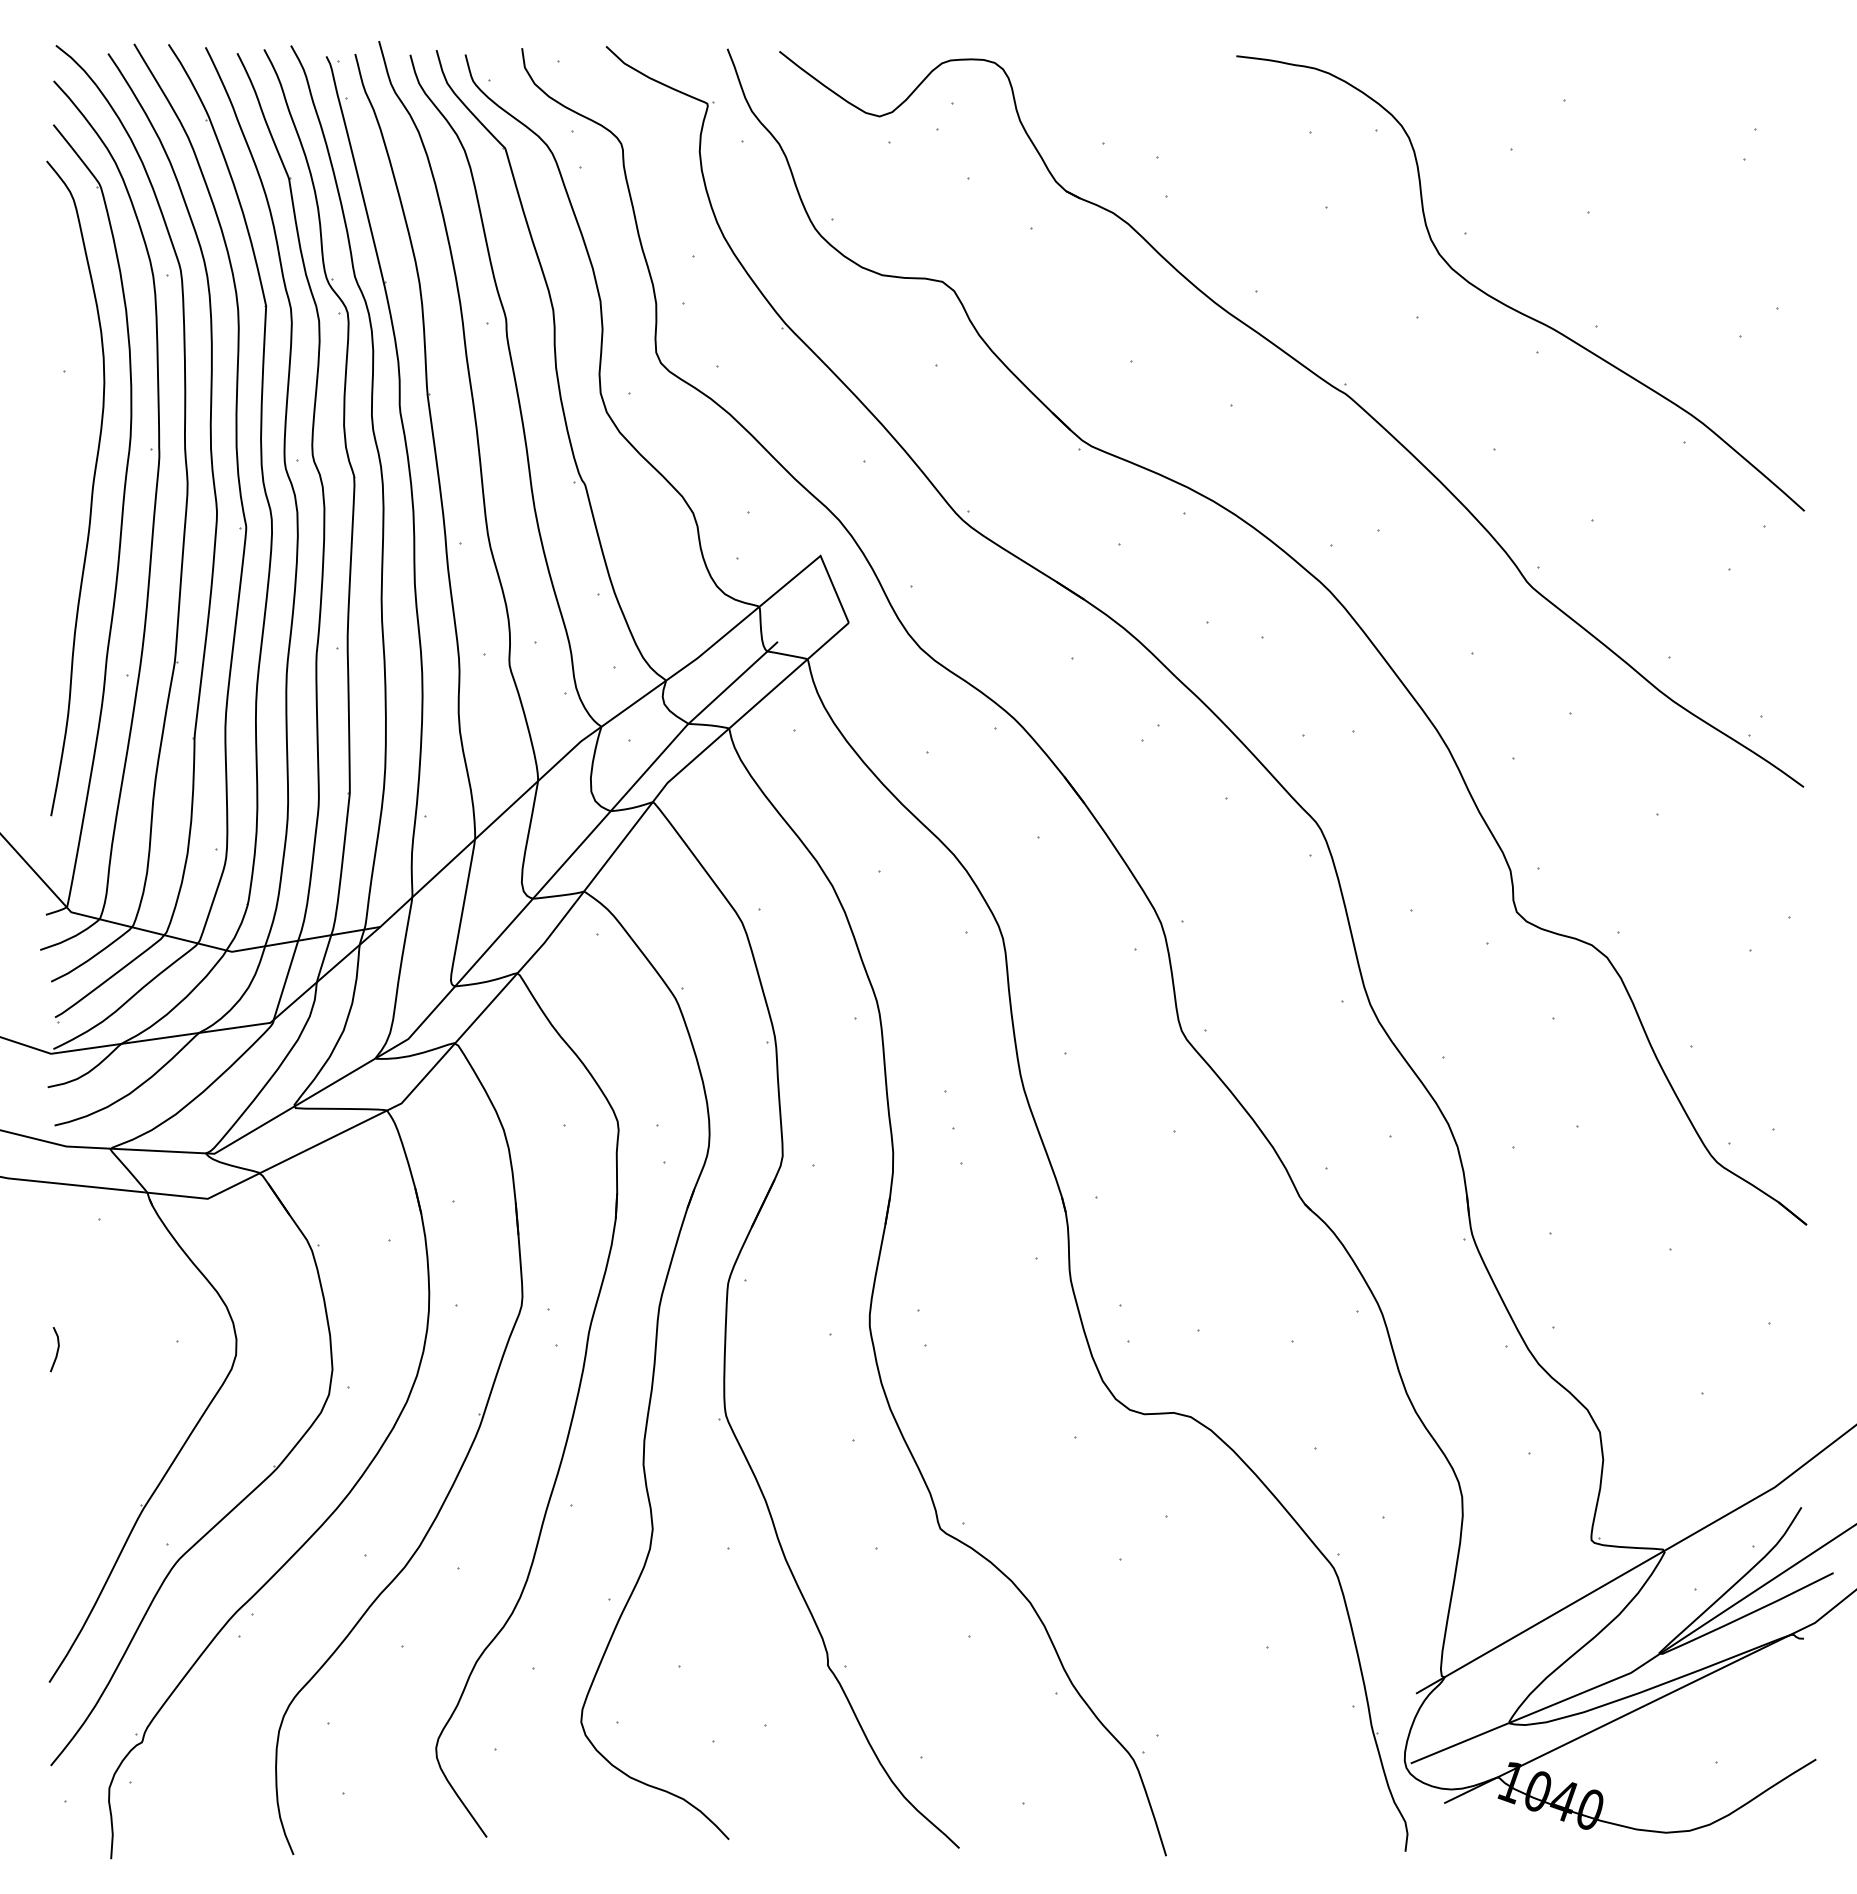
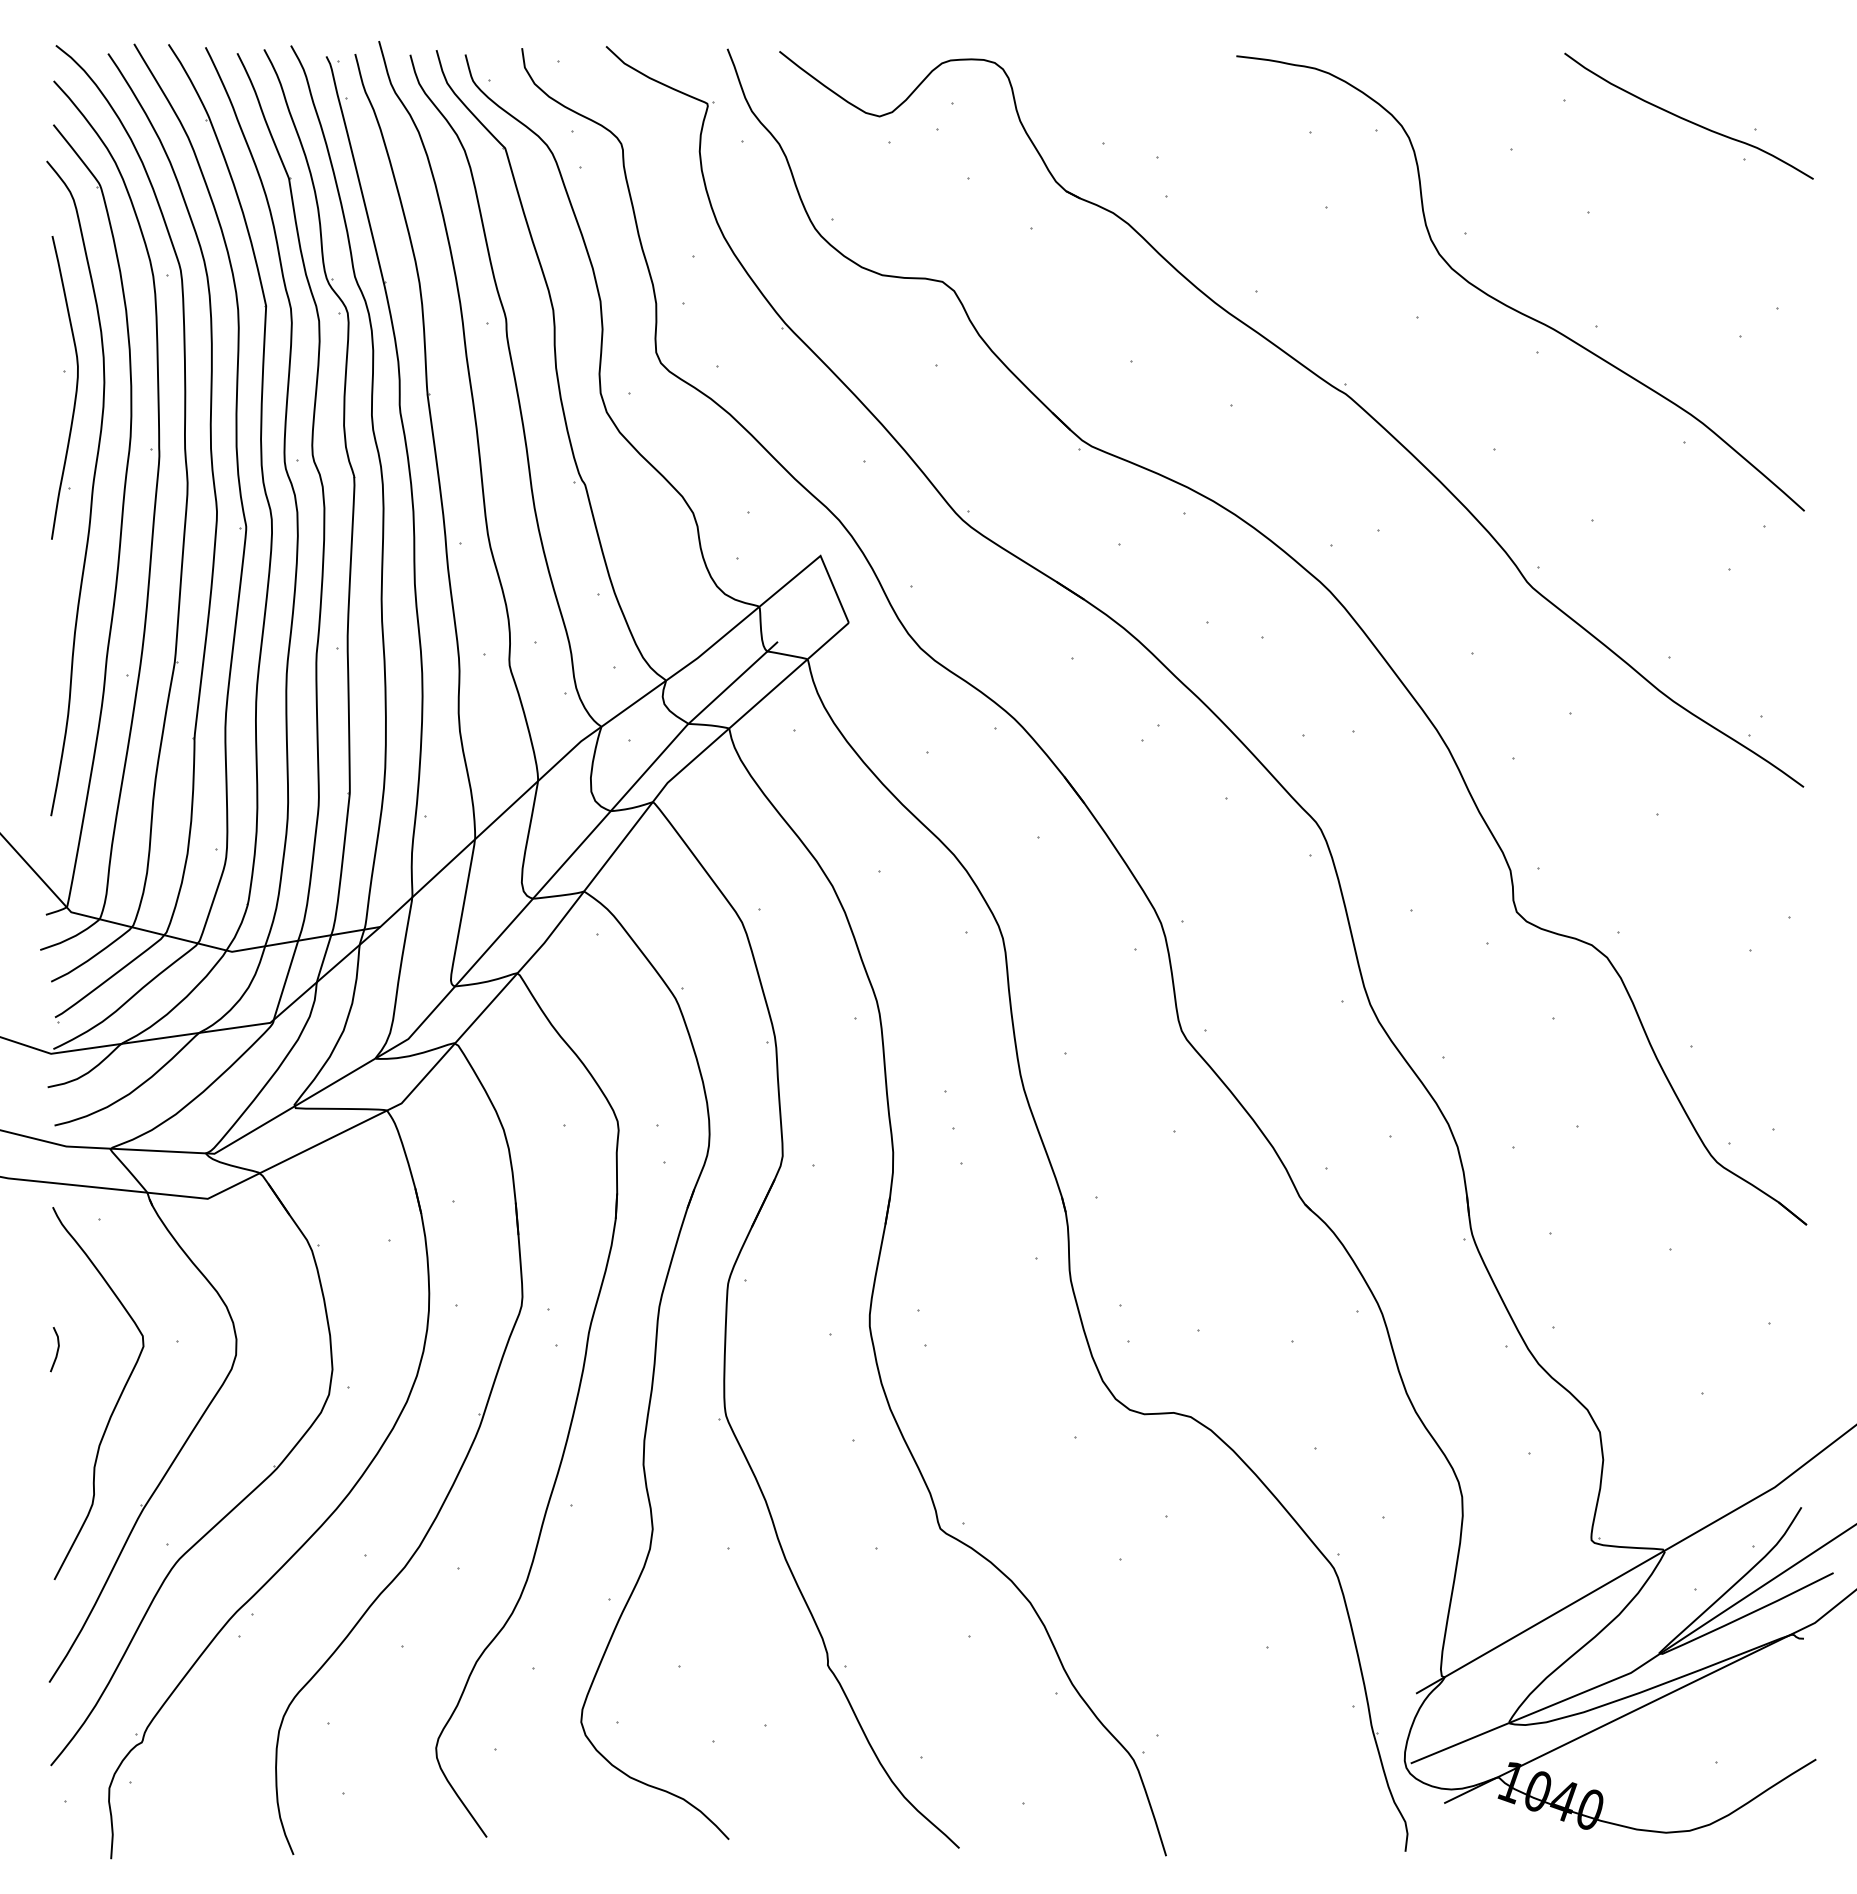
curve at (1687, 119): none -> present
part at (75, 389): none -> present
curve at (117, 1399): none -> present
